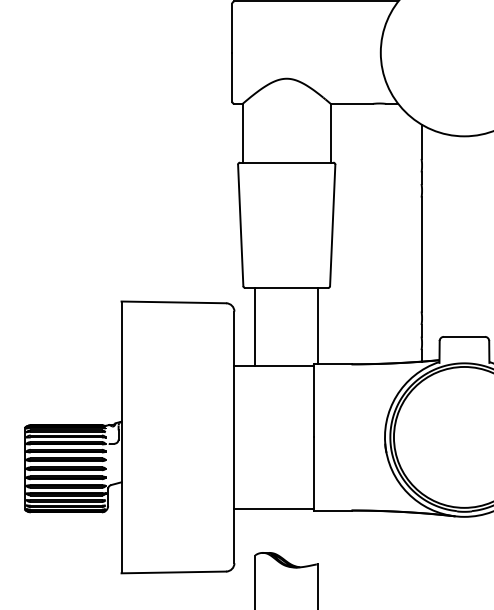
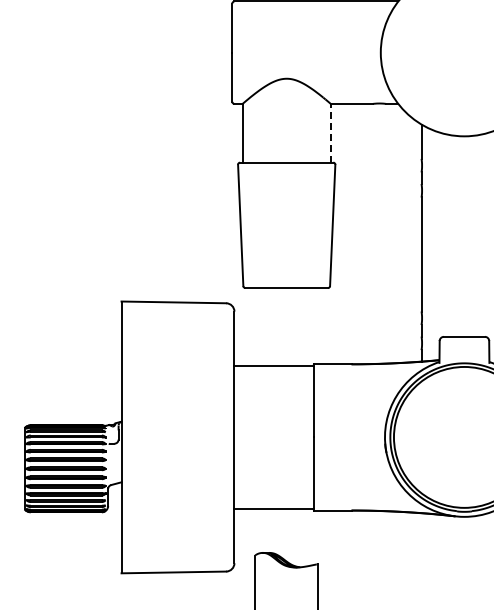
line at (330, 132): solid -> dashed
line at (255, 326): present -> none
line at (318, 326): present -> none
